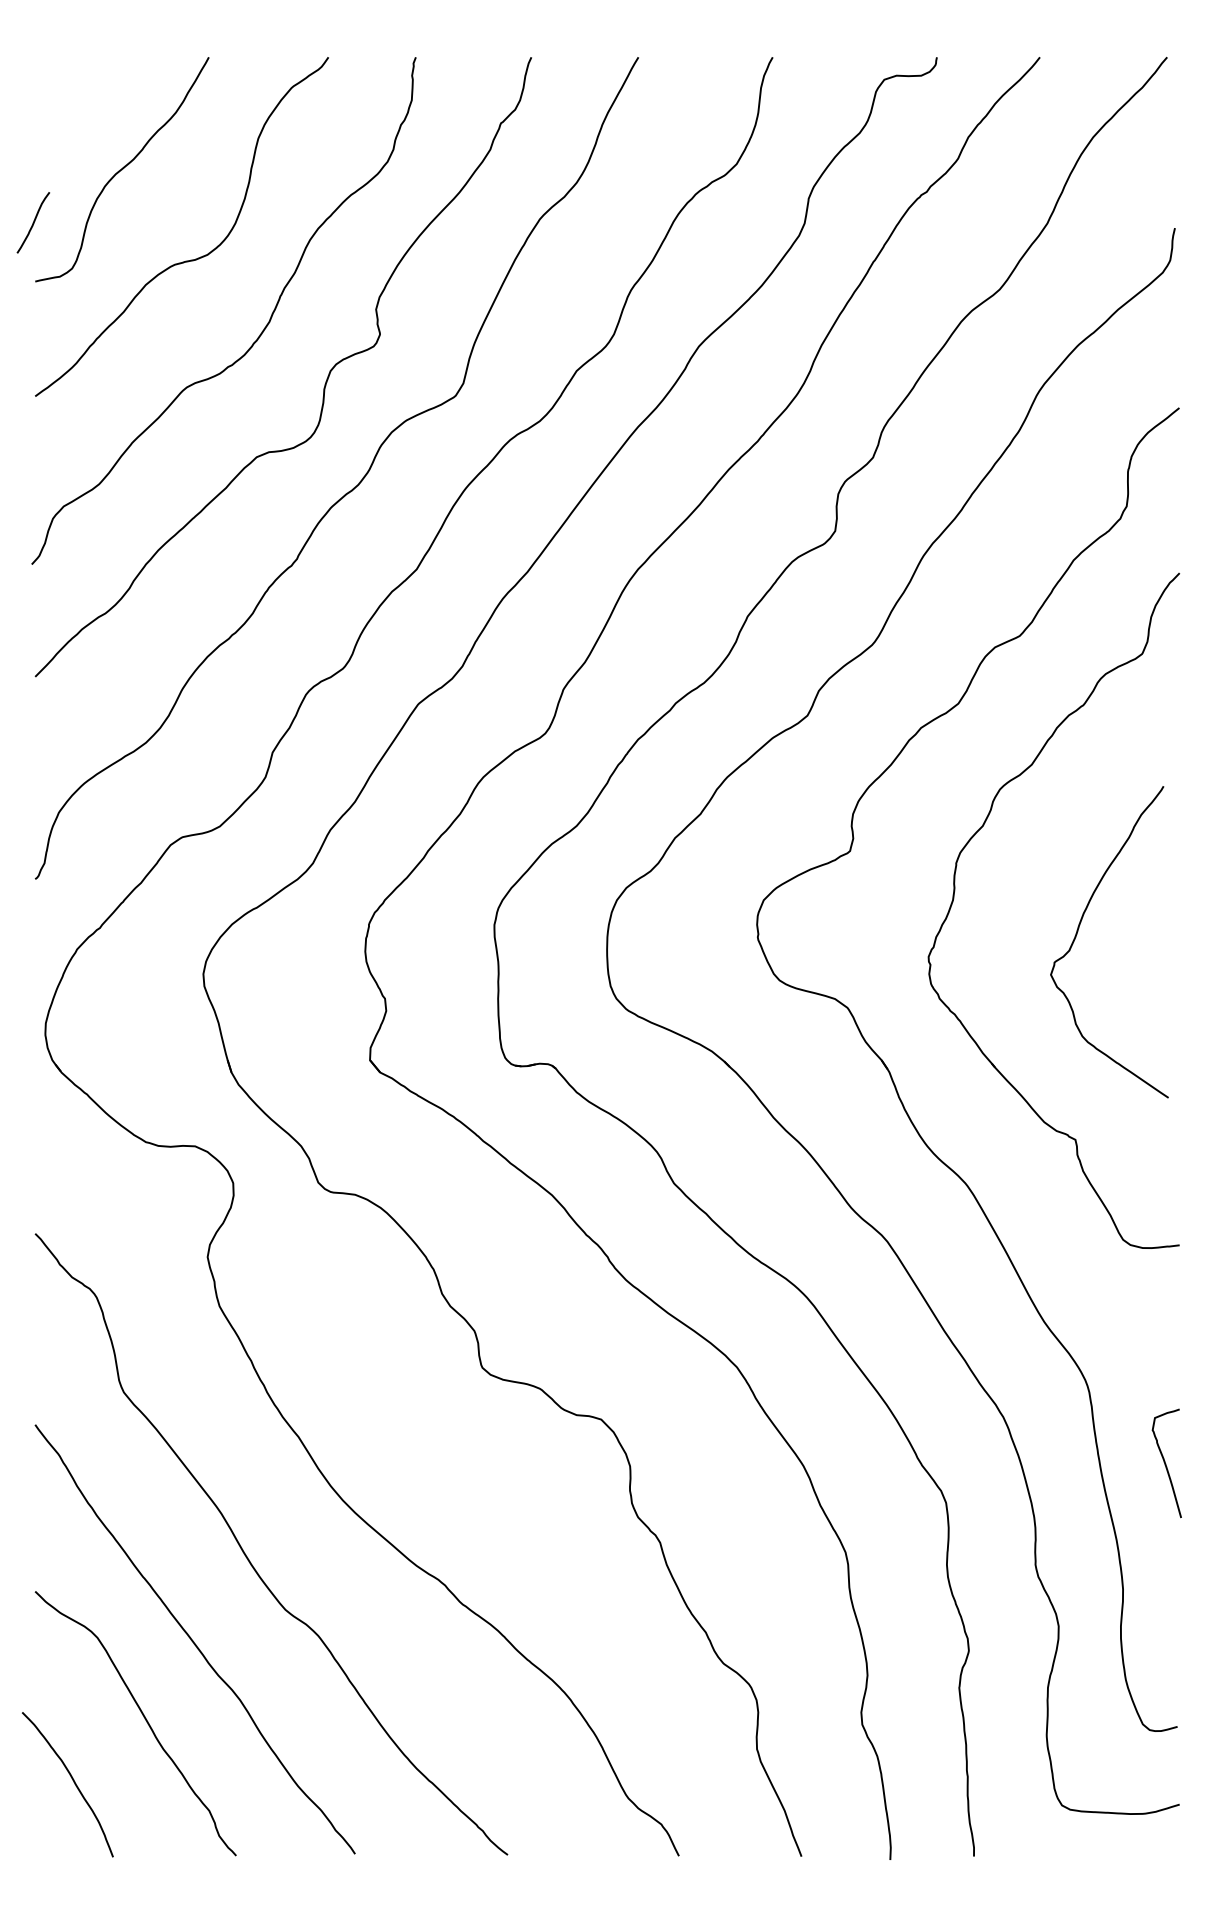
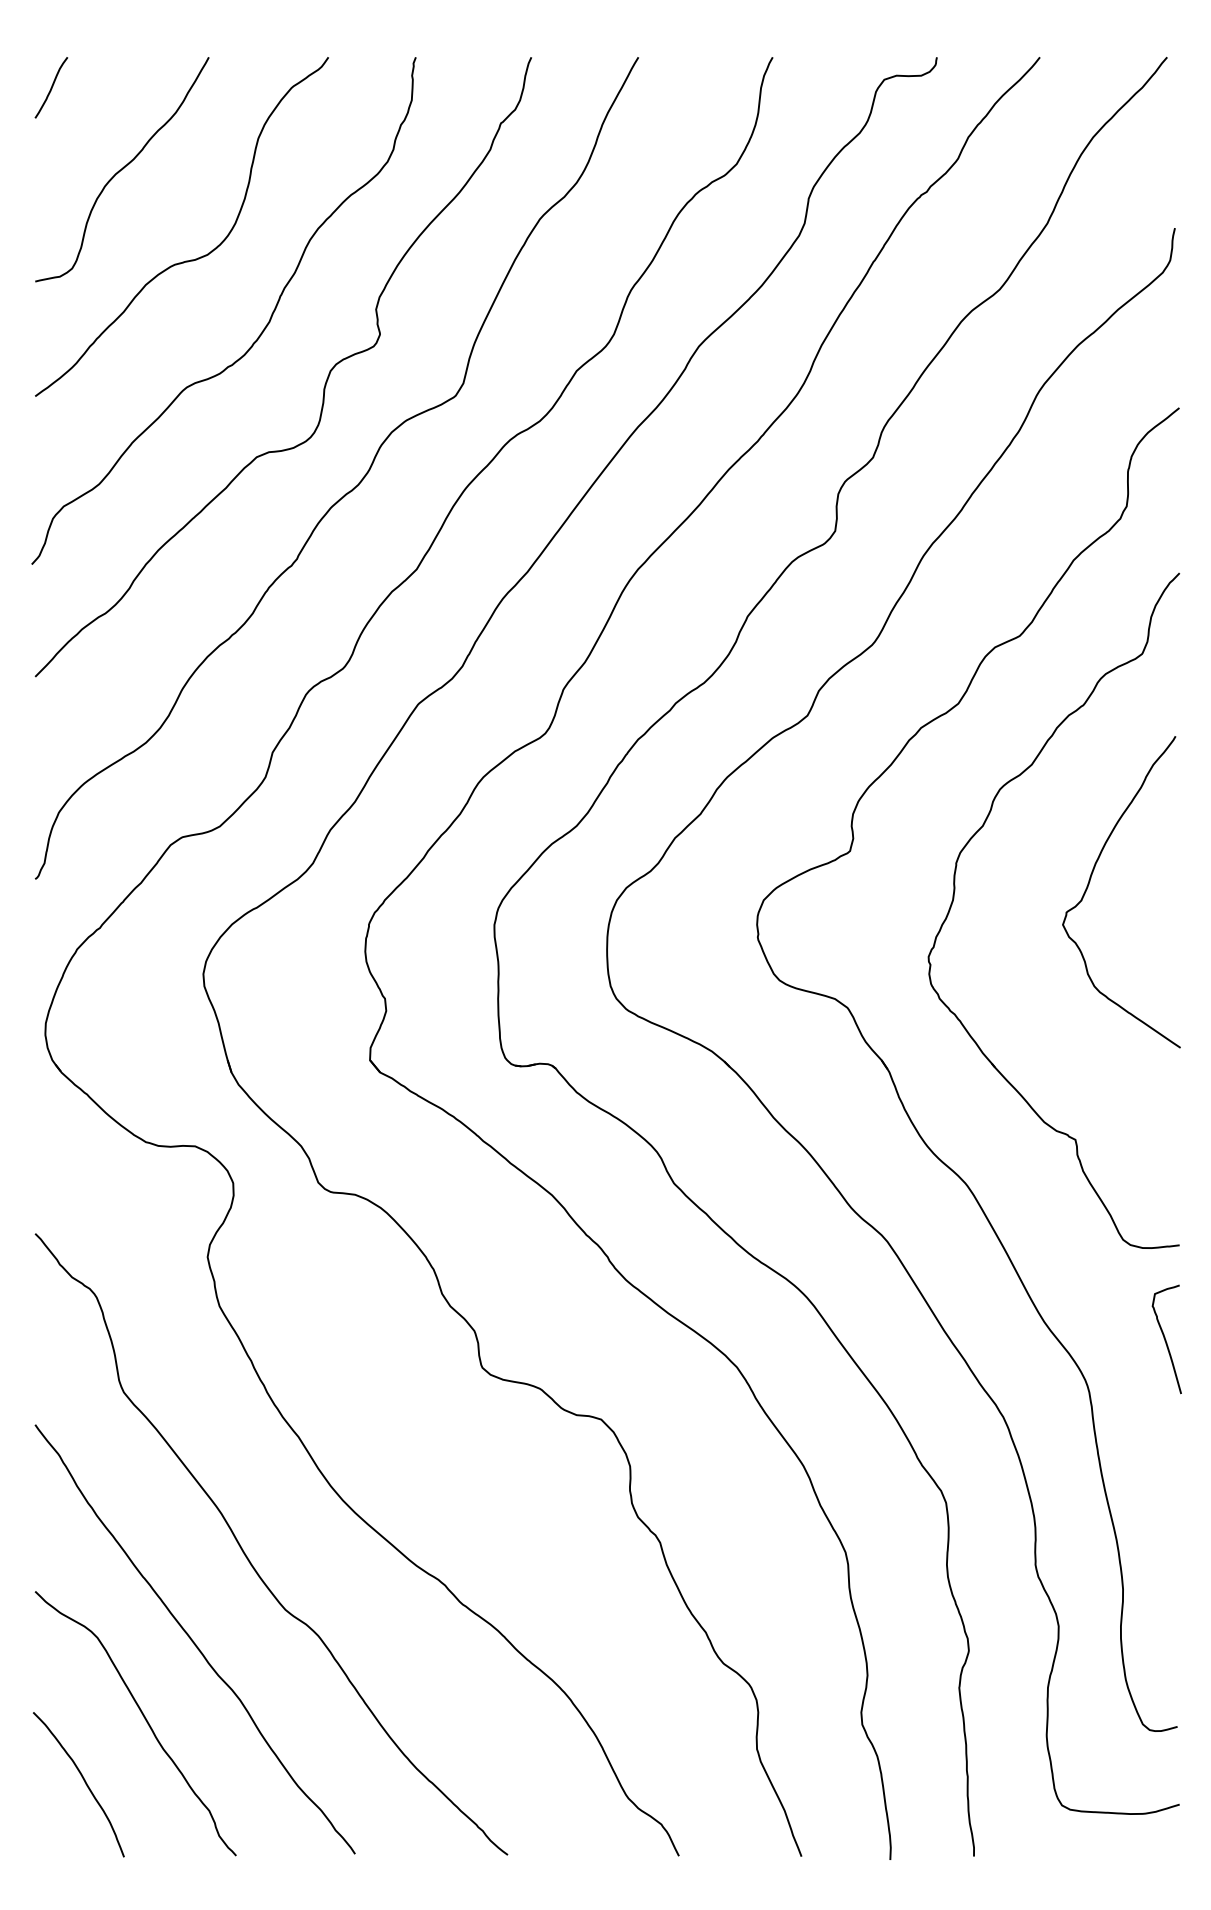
curve at (33, 222) position: (33, 222) -> (51, 87)
curve at (1078, 931) position: (1078, 931) -> (1090, 881)
curve at (1166, 1463) position: (1166, 1463) -> (1166, 1339)
curve at (73, 1782) position: (73, 1782) -> (84, 1782)
